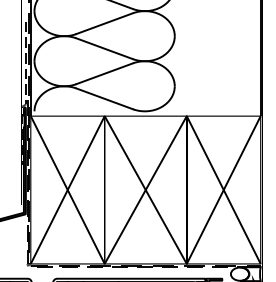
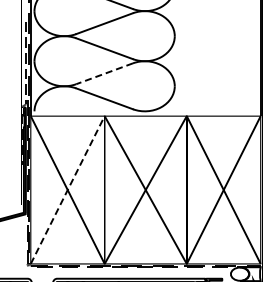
line at (104, 73): solid -> dashed
line at (67, 190): solid -> dashed
